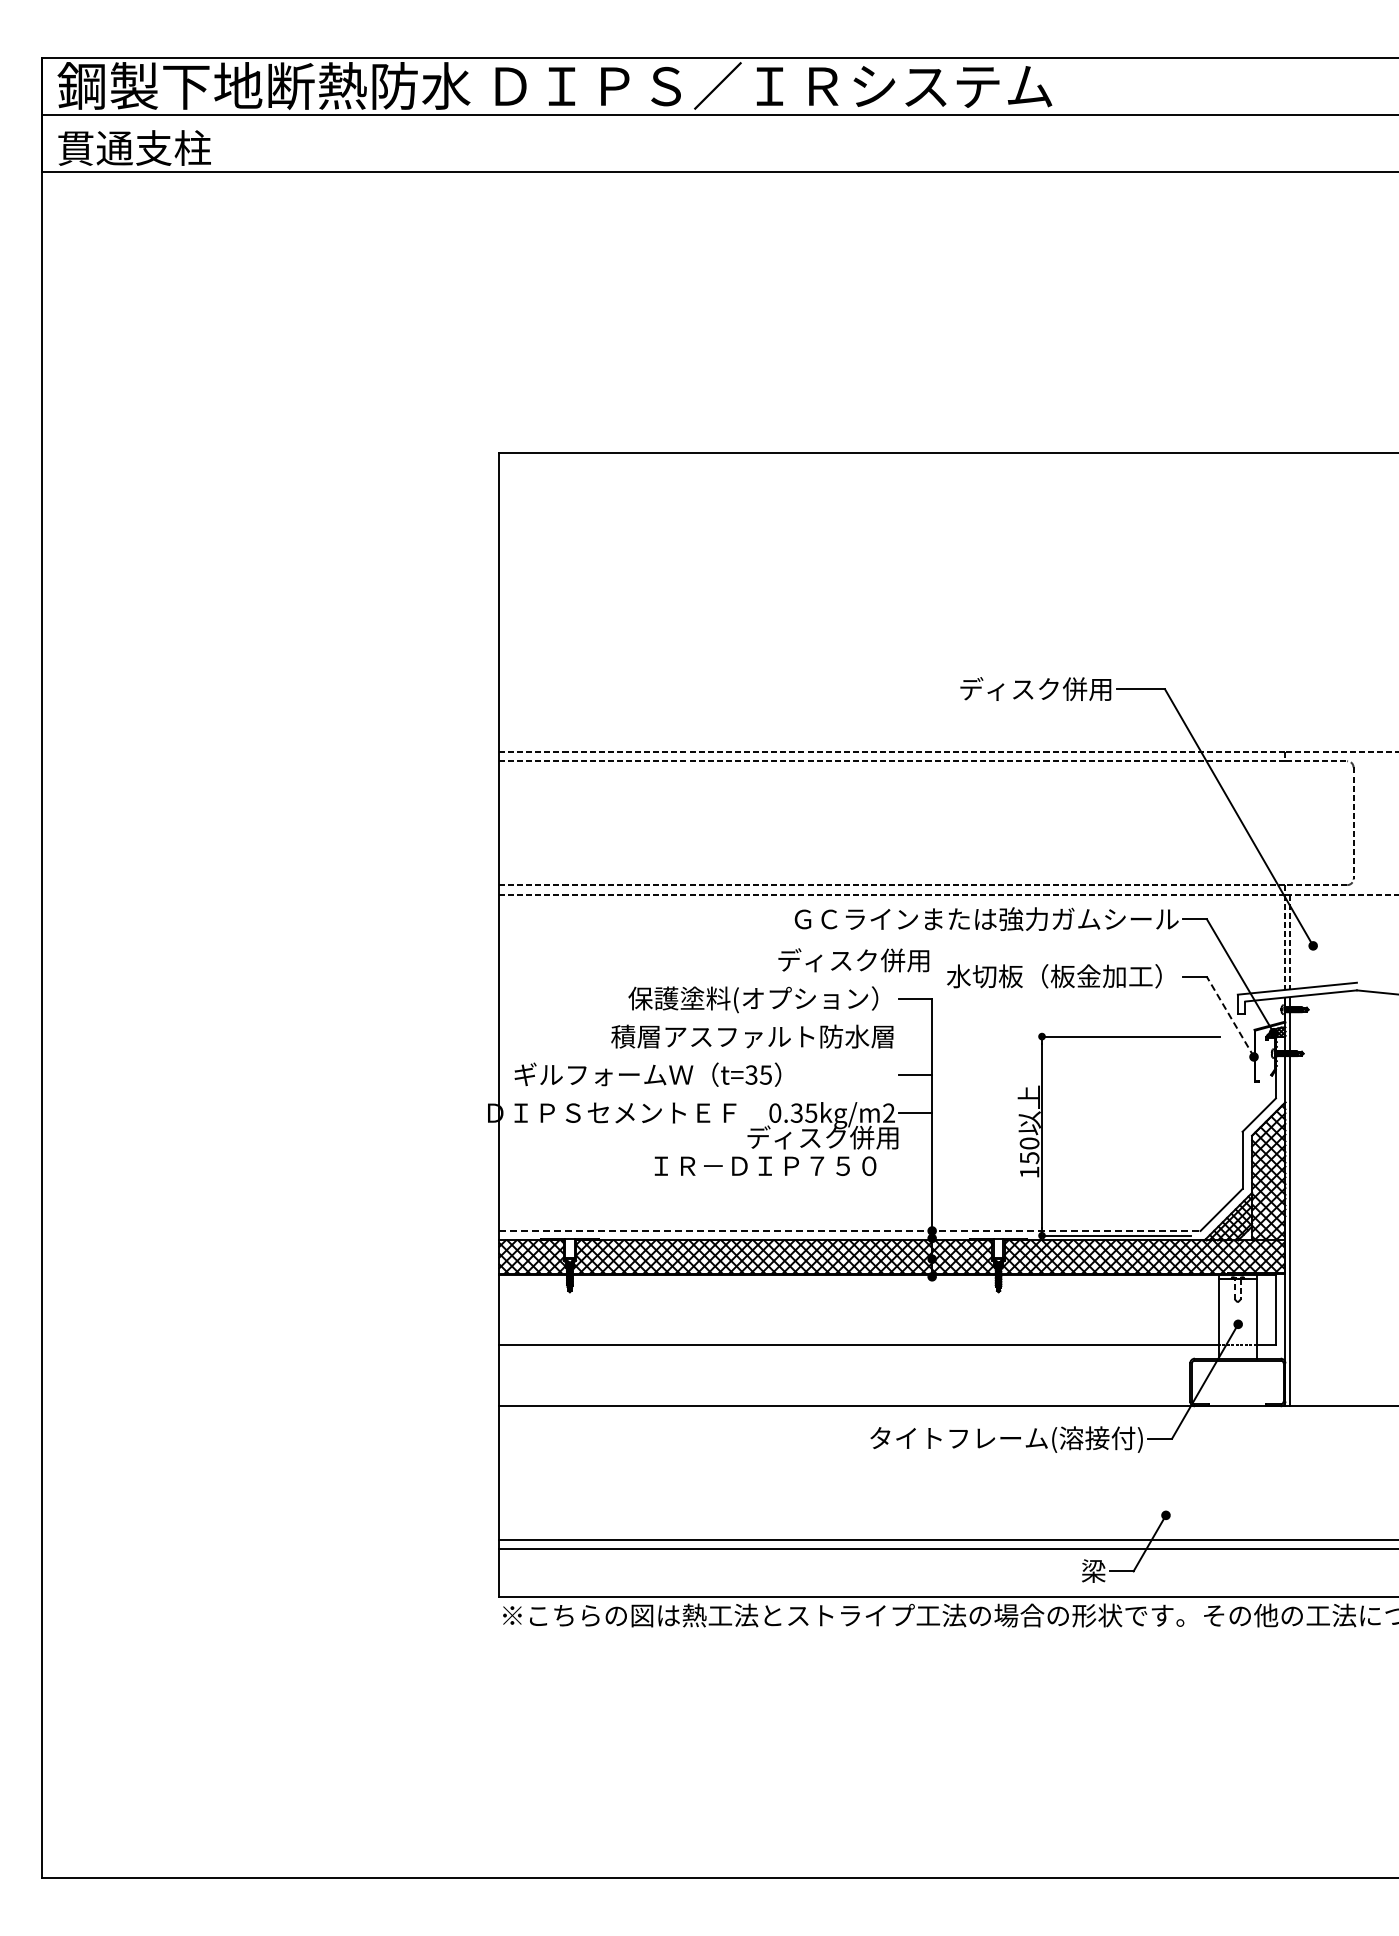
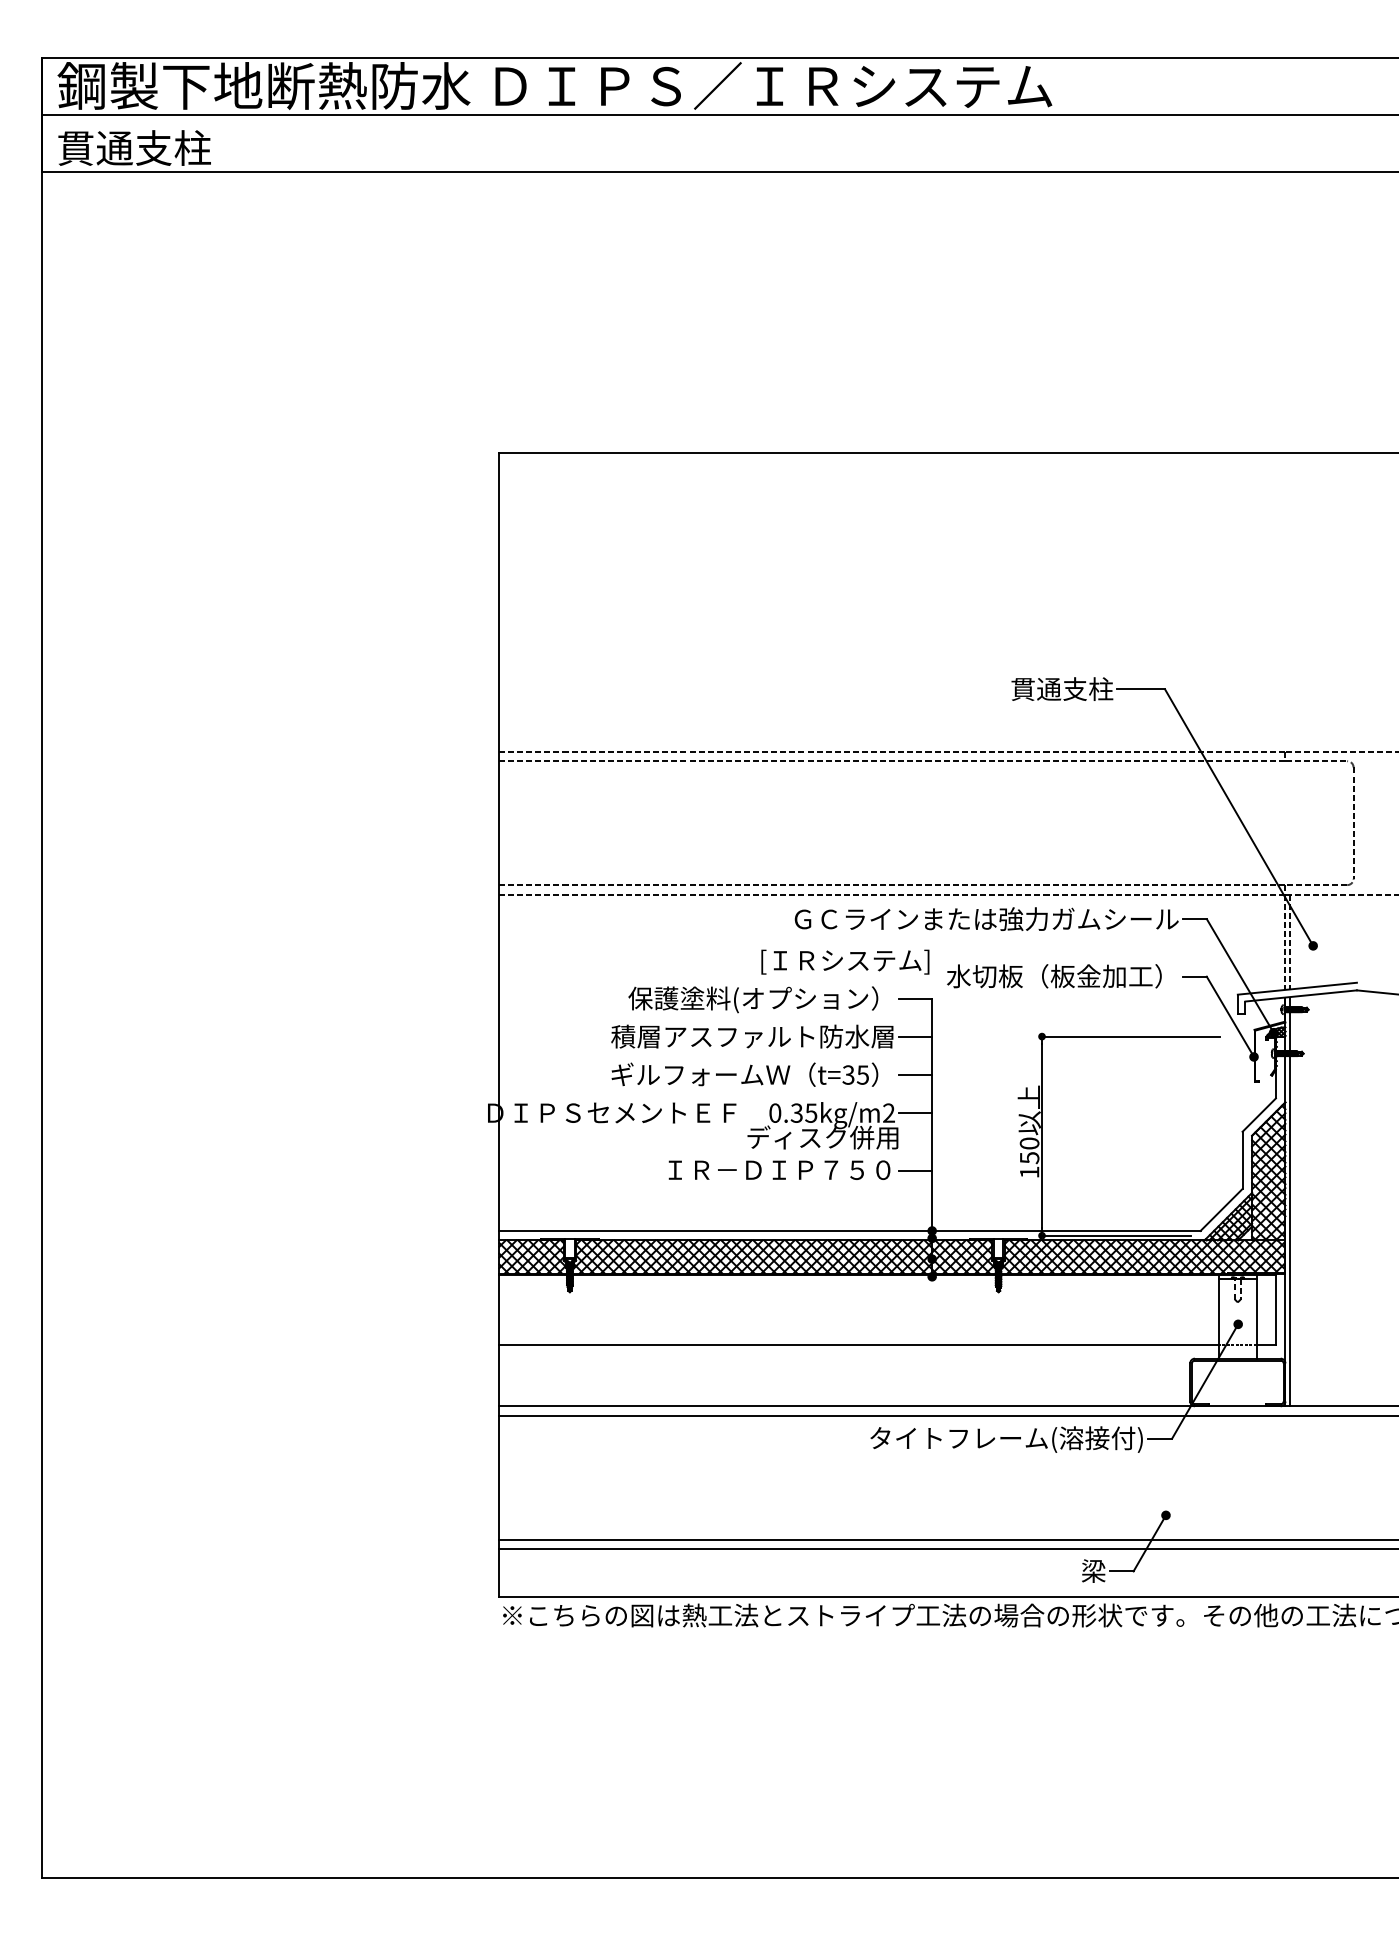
text at (1036, 688): ディスク併用 -> 貫通支柱
text at (845, 961): ディスク併用 -> [ＩＲシステム]
line at (1230, 1016): dashed -> solid
line at (915, 1036): none -> present
text at (647, 1074) position: (647, 1074) -> (744, 1074)
text at (765, 1165) position: (765, 1165) -> (779, 1169)
line at (915, 1171): none -> present
line at (849, 1230): dashed -> solid
line at (947, 1415): none -> present
